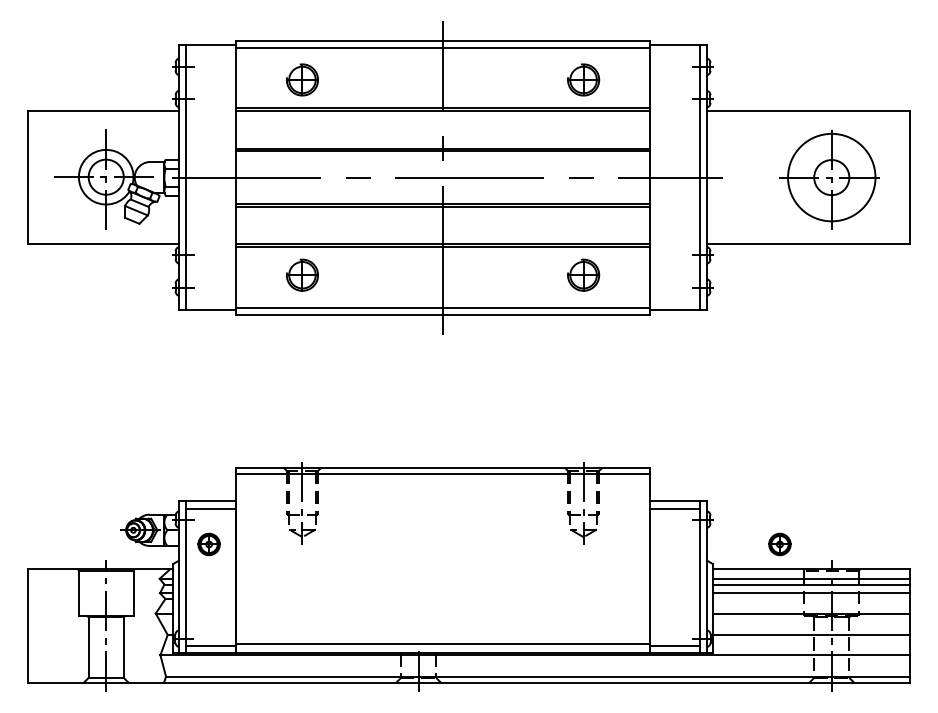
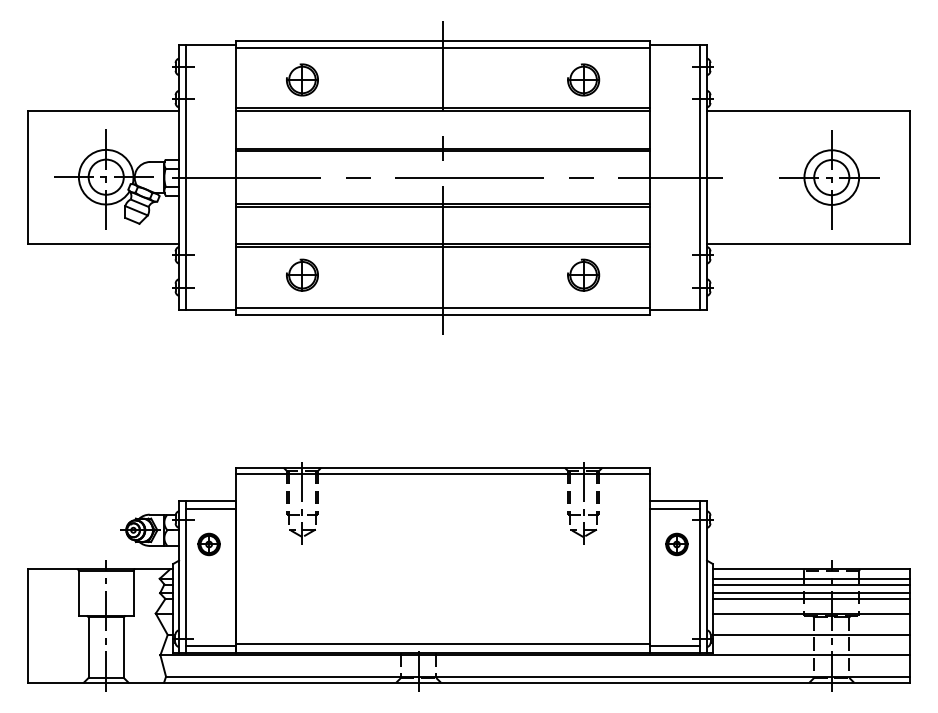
circle at (831, 177) diameter: 87 px -> 55 px
part at (779, 544) position: (779, 544) -> (676, 544)
line at (810, 598): none -> present
